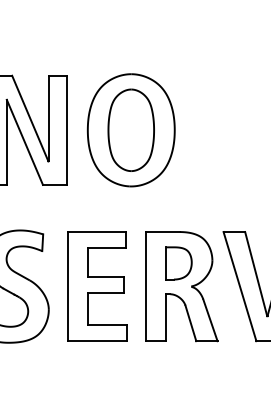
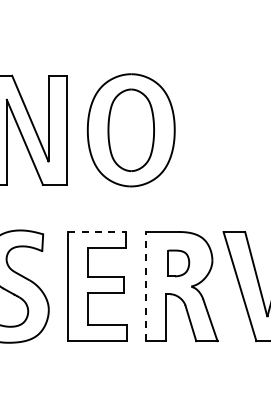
line at (96, 232): solid -> dashed
part at (178, 263) size: 28x35 px -> 24x29 px
line at (145, 286): solid -> dashed
